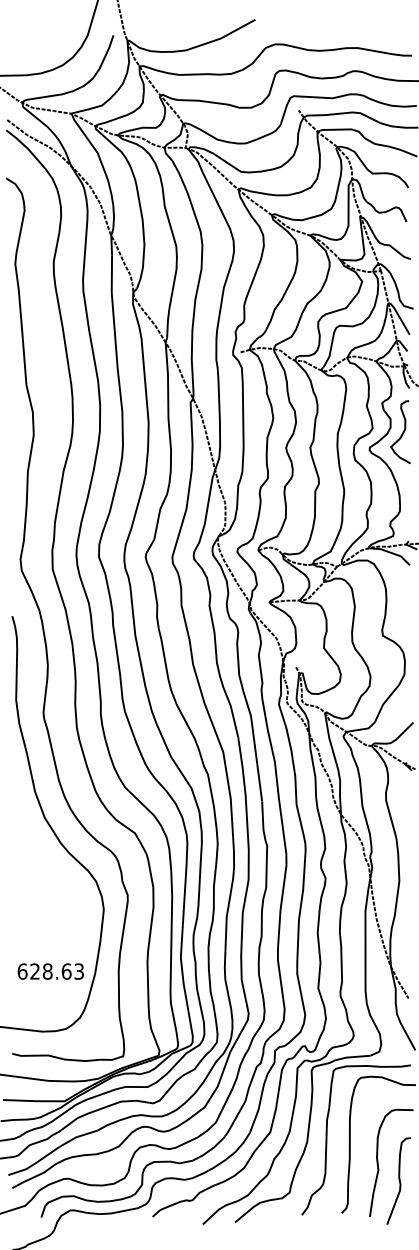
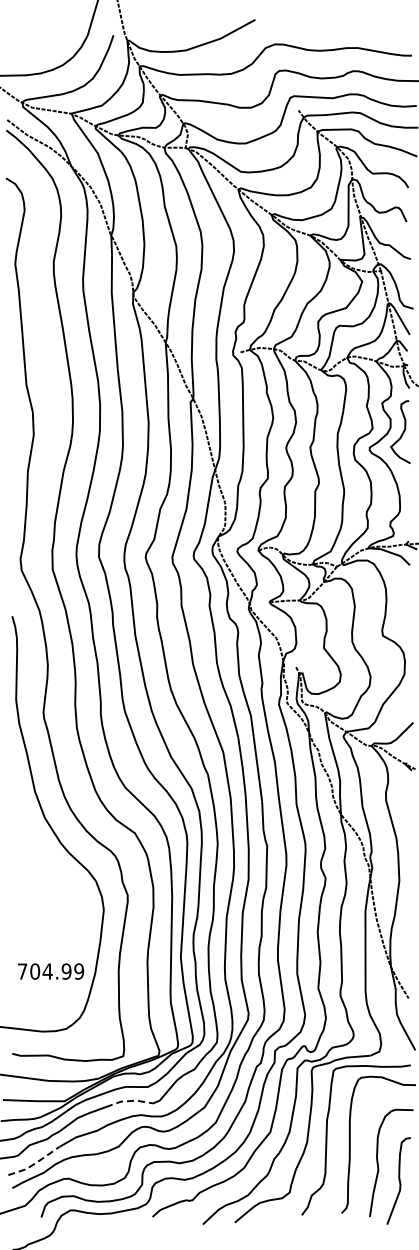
text at (50, 971): 628.63 -> 704.99
line at (127, 1101): solid -> dashed
line at (35, 1163): solid -> dashed
